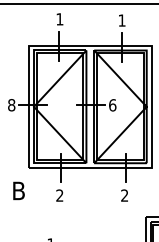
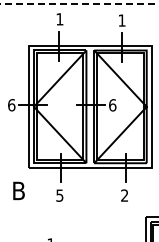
line at (79, 3): solid -> dashed
text at (11, 105): 8 -> 6
text at (59, 195): 2 -> 5
